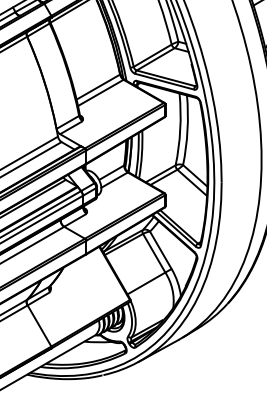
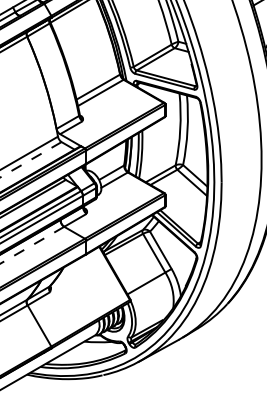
line at (30, 160): solid -> dashed
line at (32, 245): solid -> dashed
